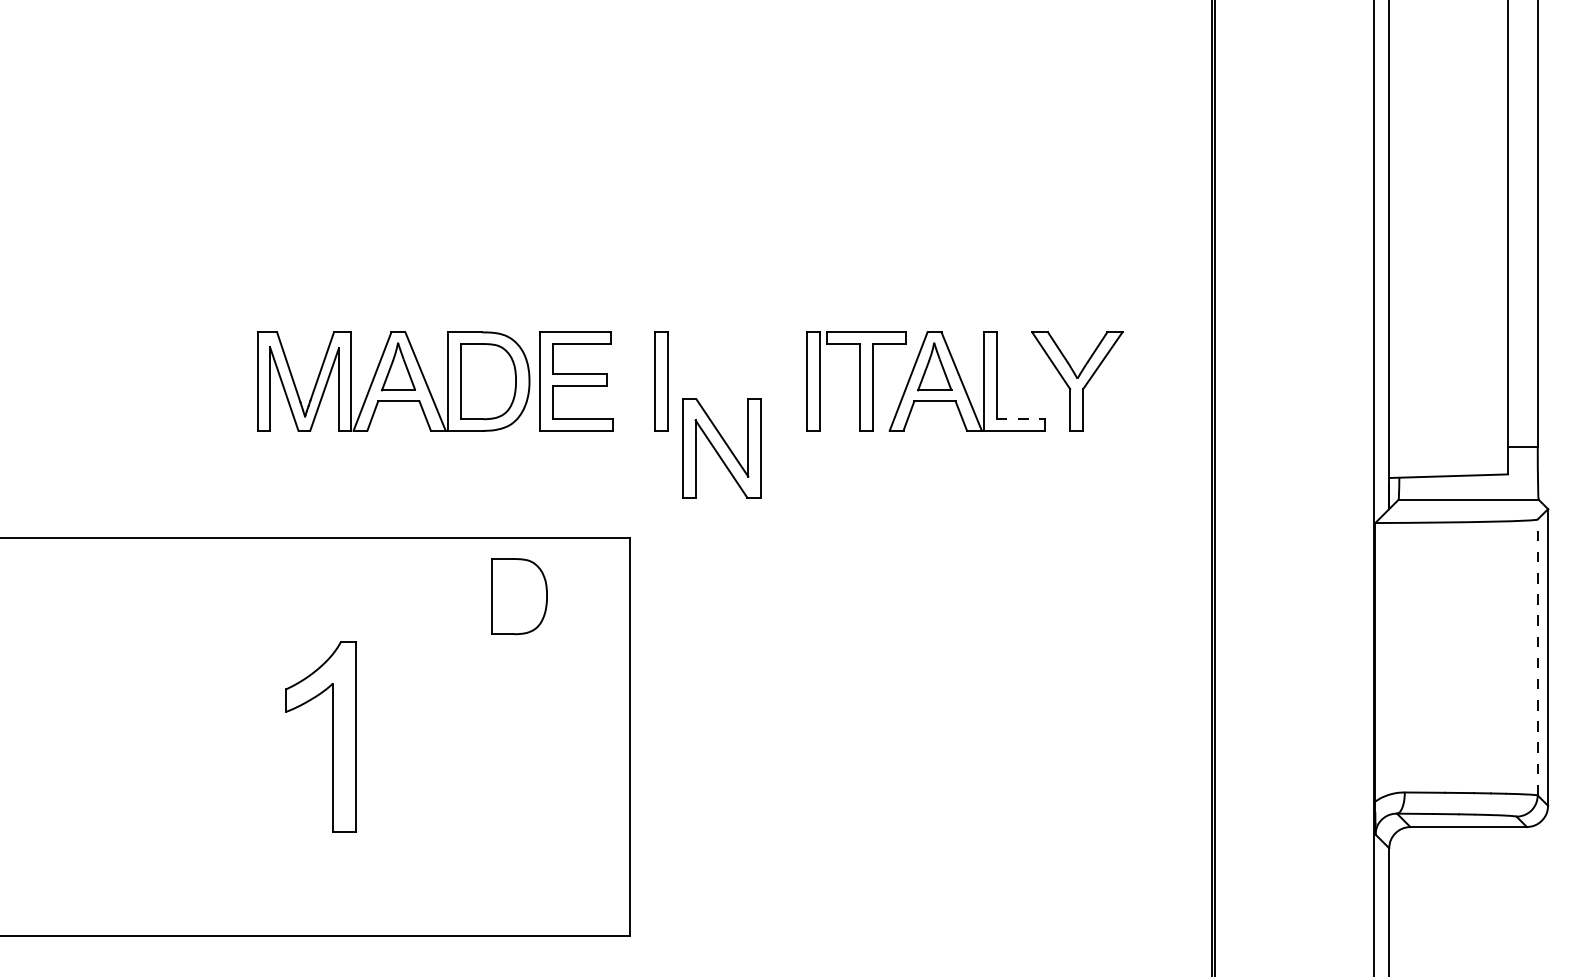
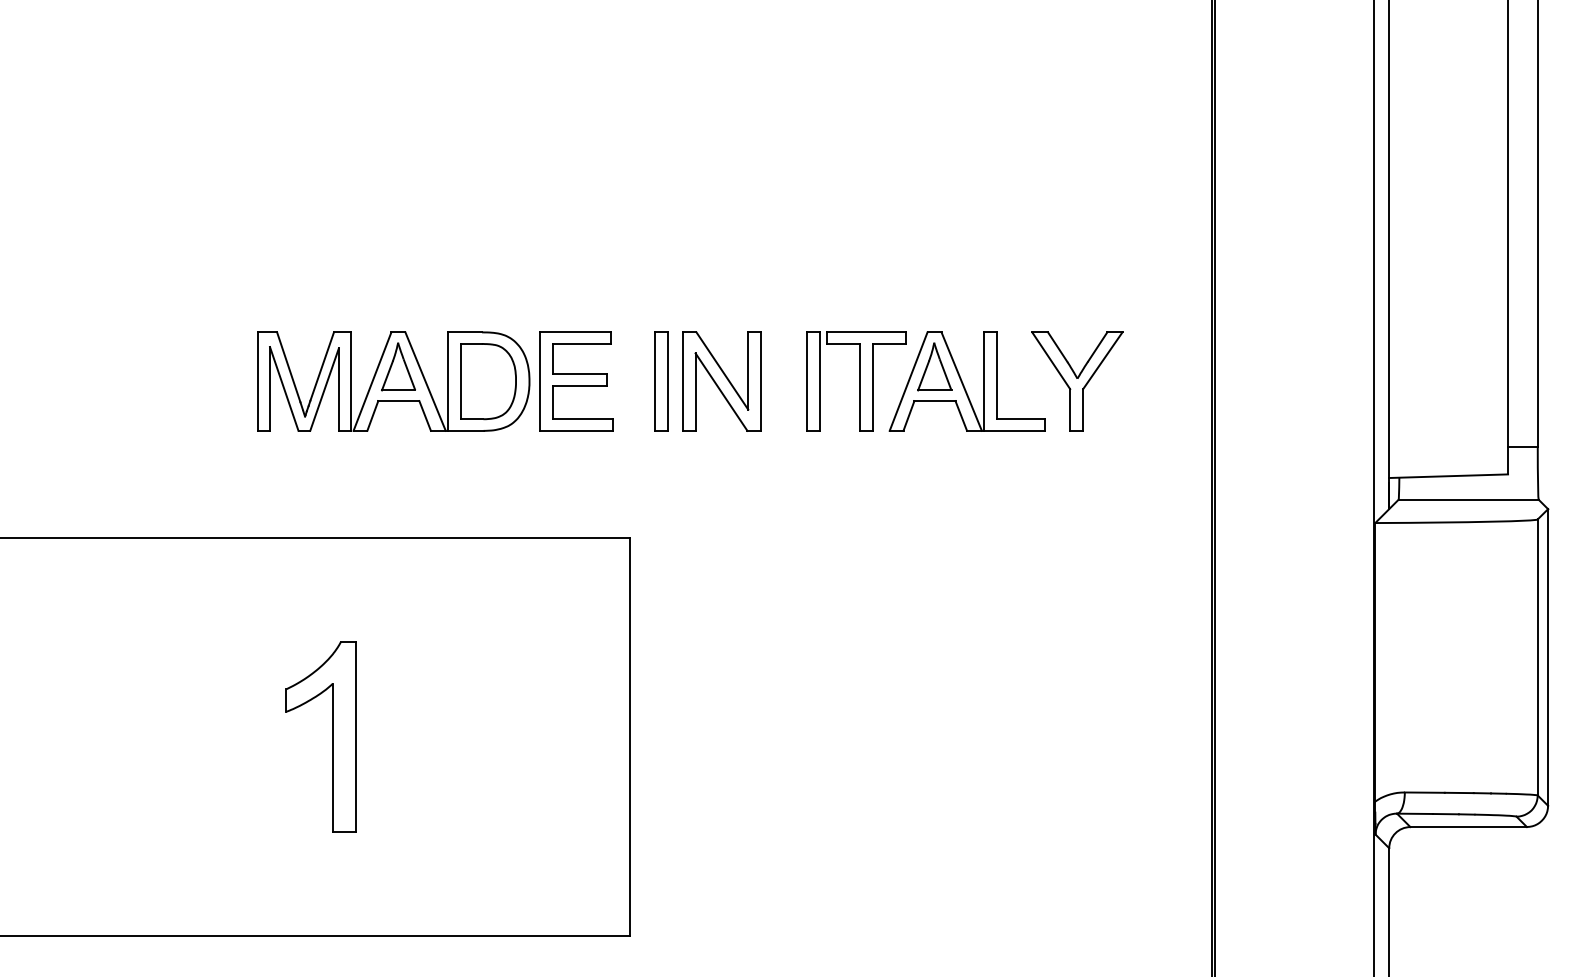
line at (1021, 419): dashed -> solid
part at (721, 448) position: (721, 448) -> (721, 381)
part at (519, 596): present -> none
line at (1537, 656): dashed -> solid
